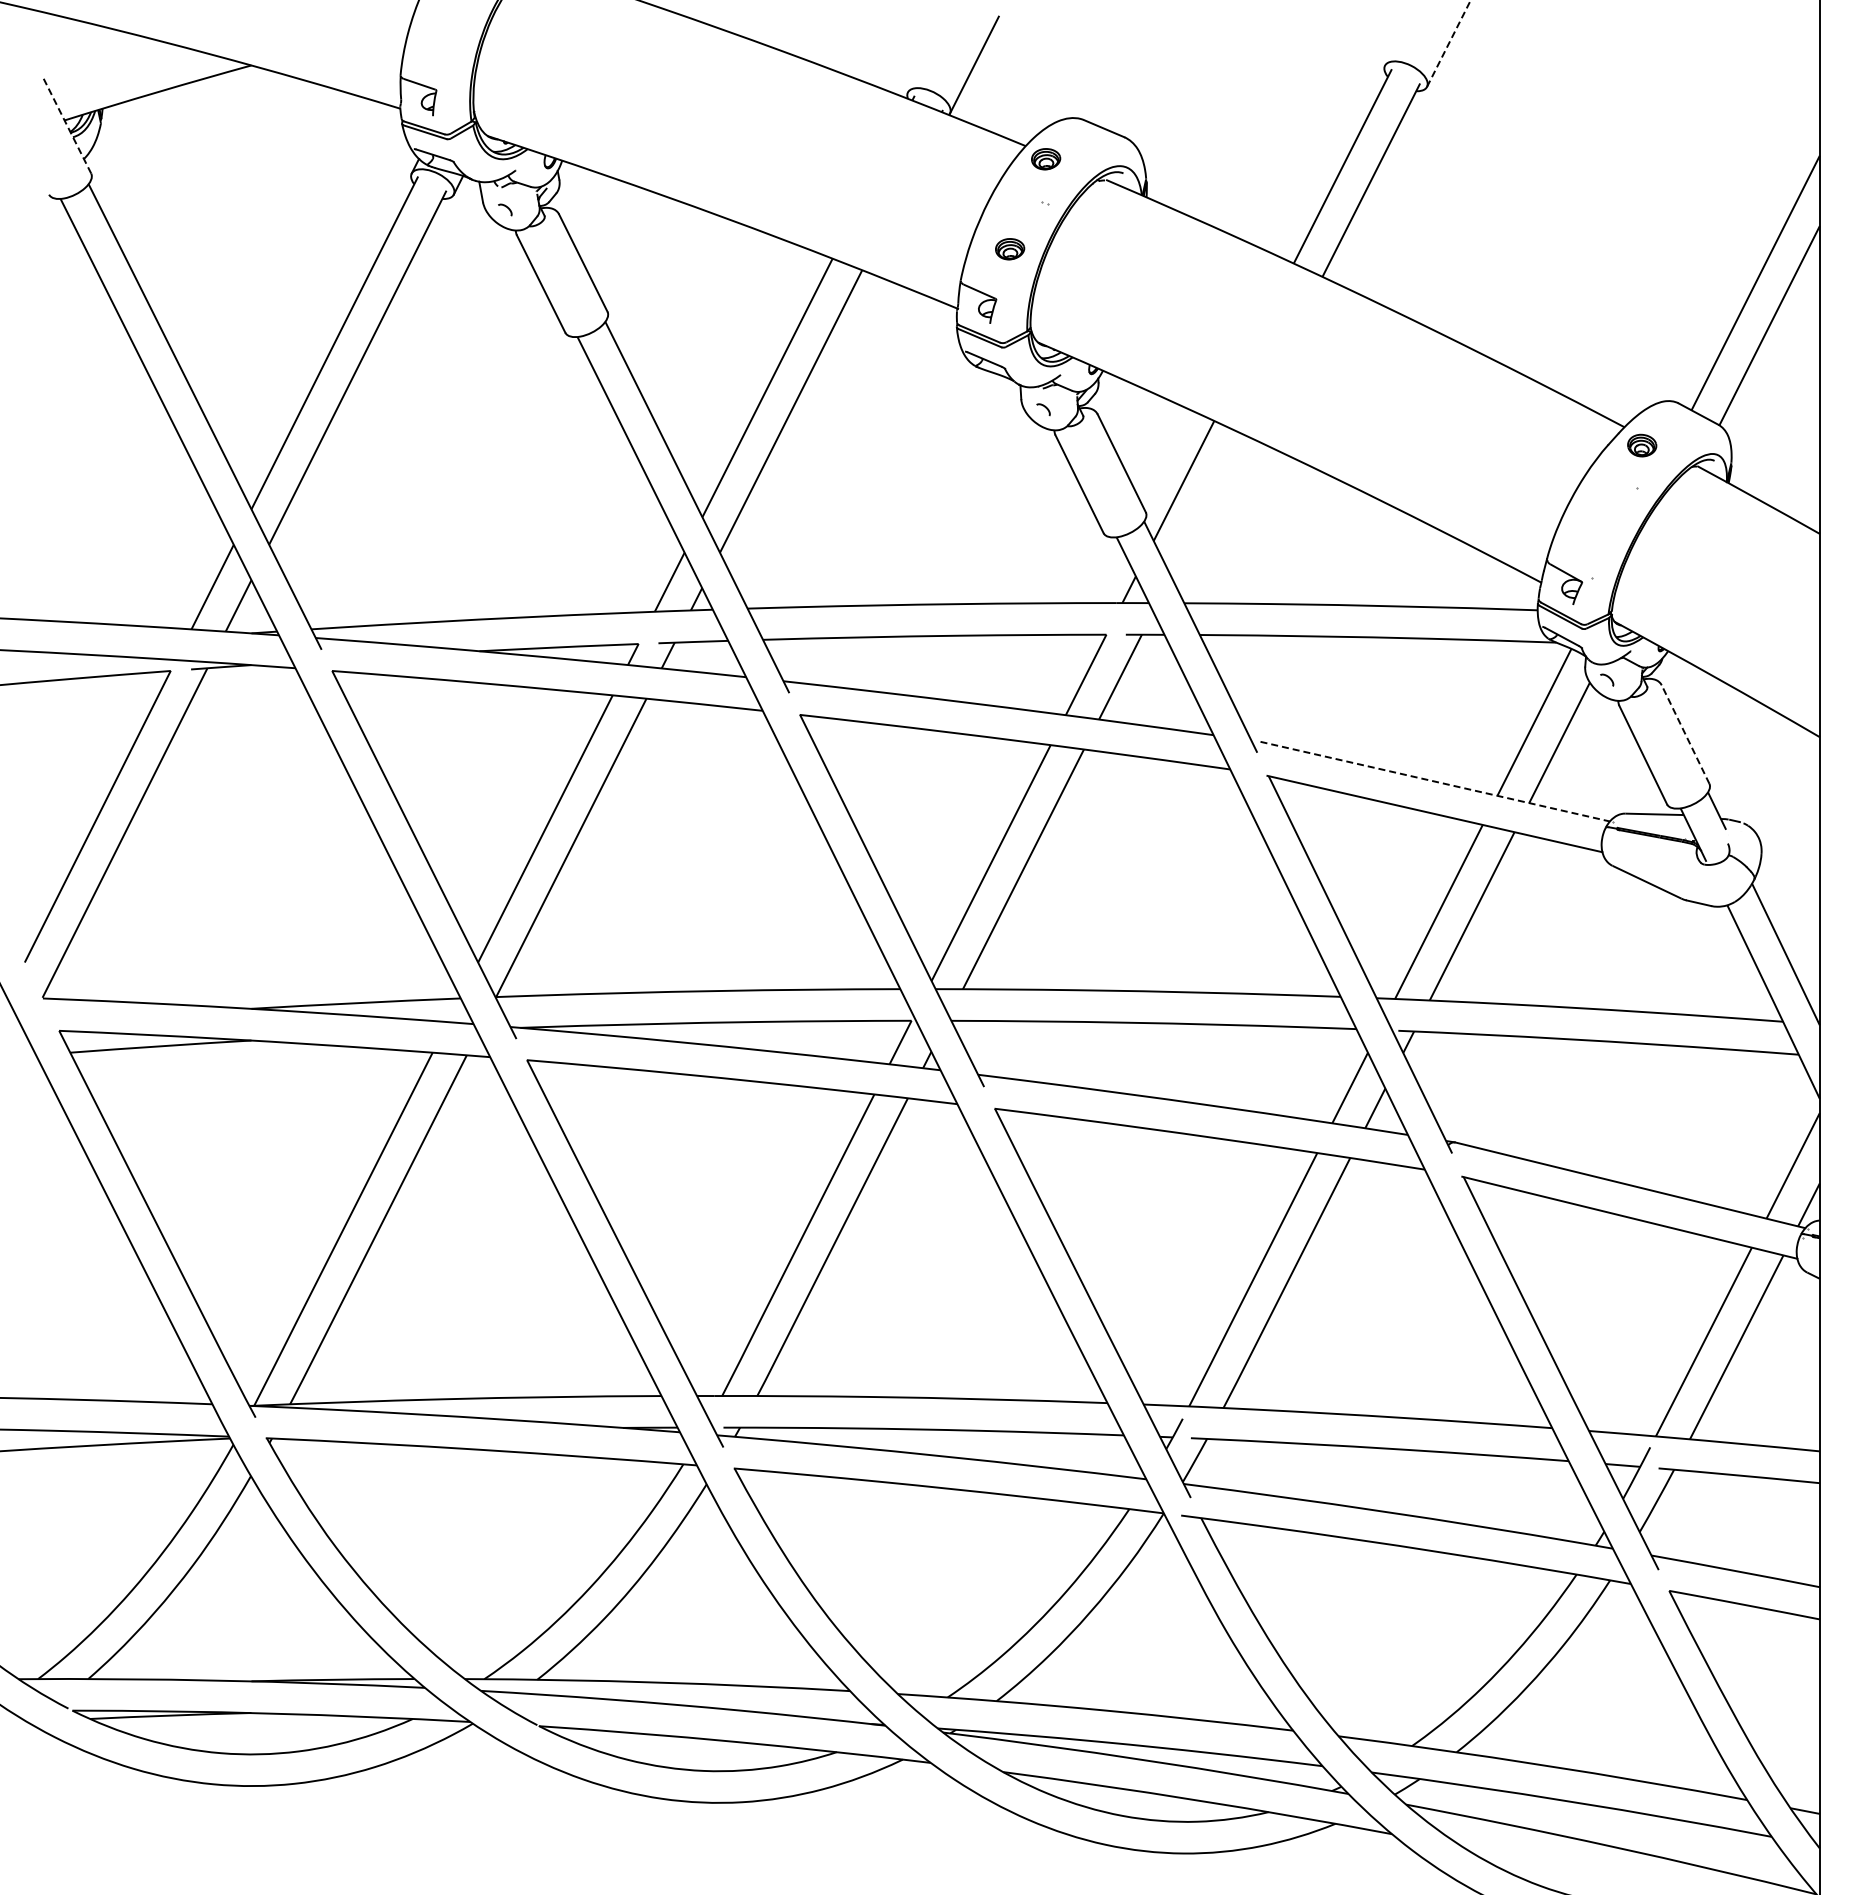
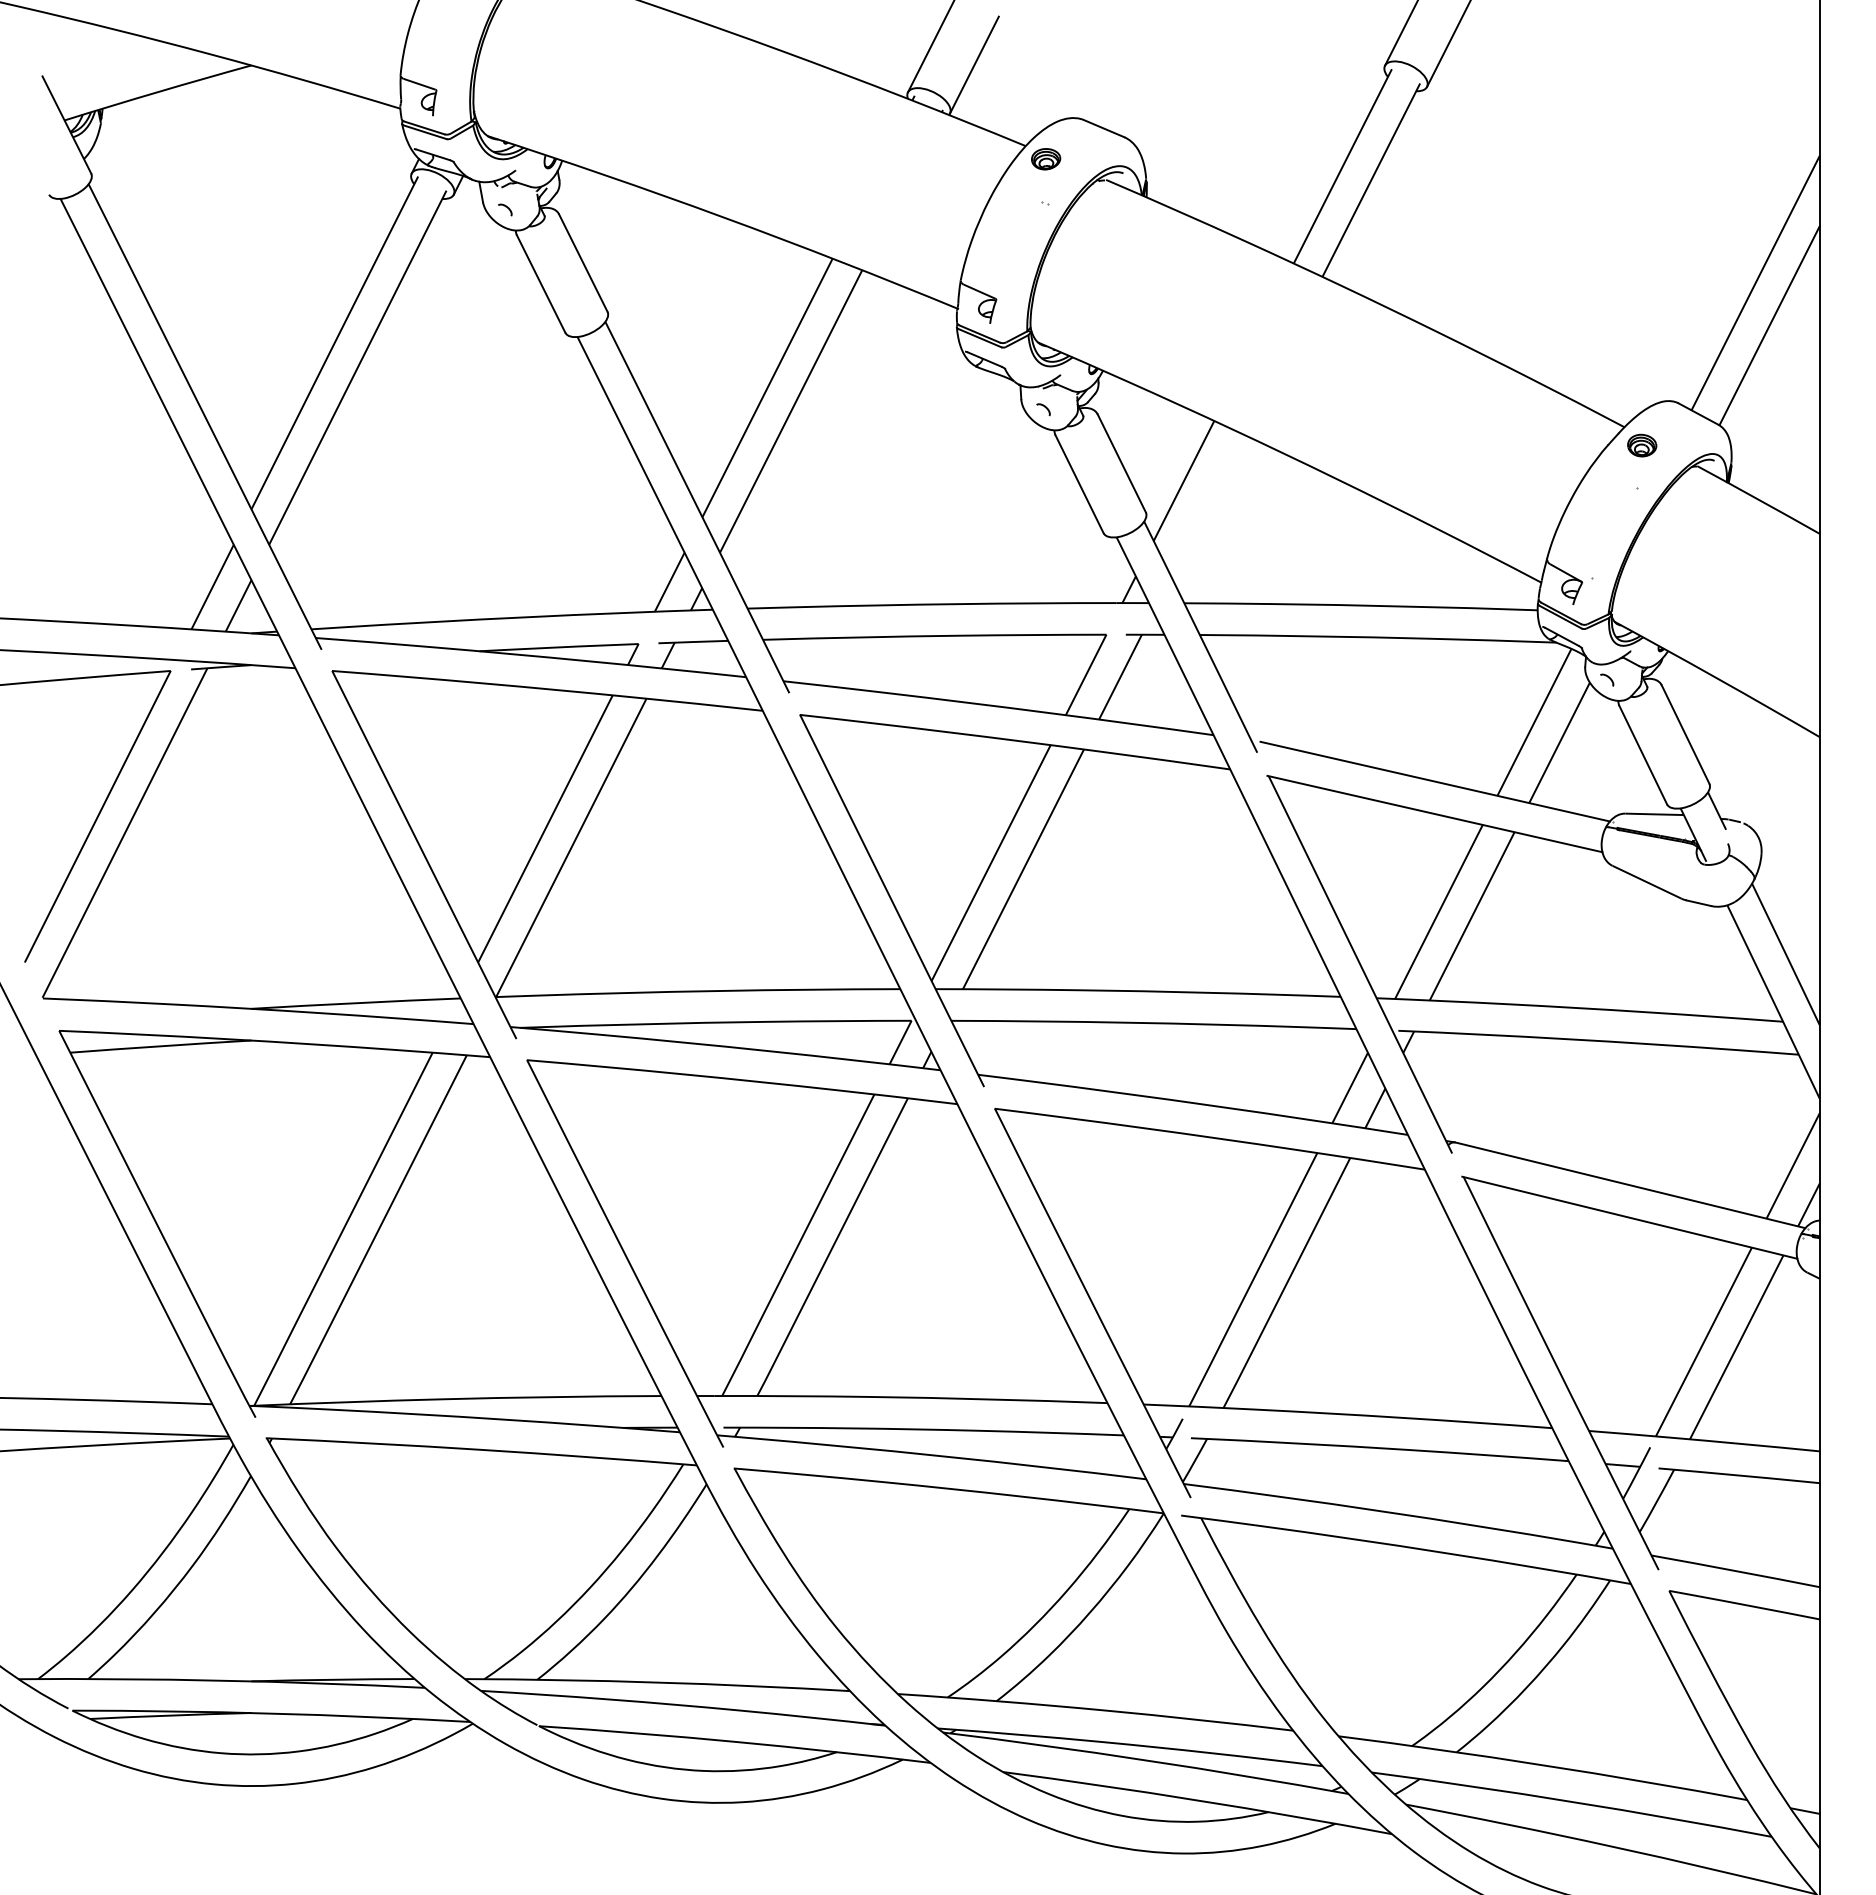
line at (1401, 33): none -> present
line at (1449, 43): dashed -> solid
line at (930, 47): none -> present
line at (66, 124): dashed -> solid
part at (1010, 249): present -> none
line at (1685, 734): dashed -> solid
line at (1435, 781): dashed -> solid
